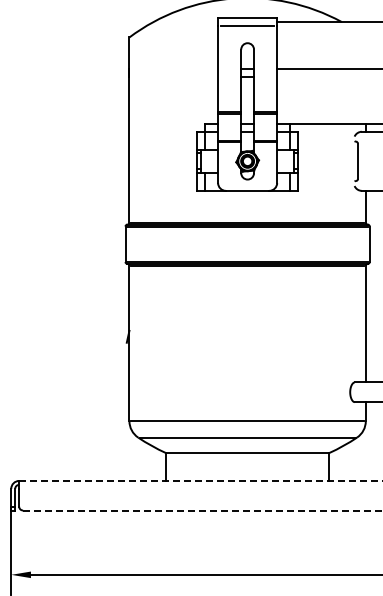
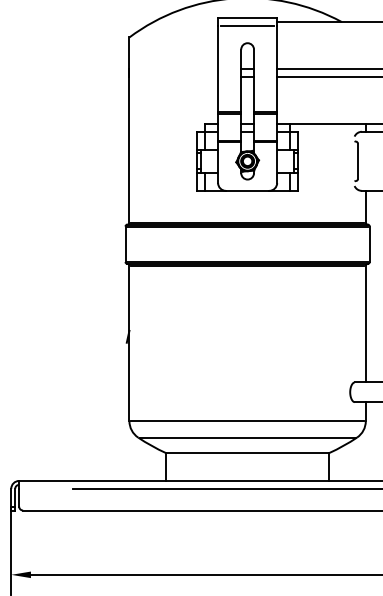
line at (328, 77): none -> present
line at (201, 480): dashed -> solid
line at (226, 488): none -> present
line at (203, 510): dashed -> solid
